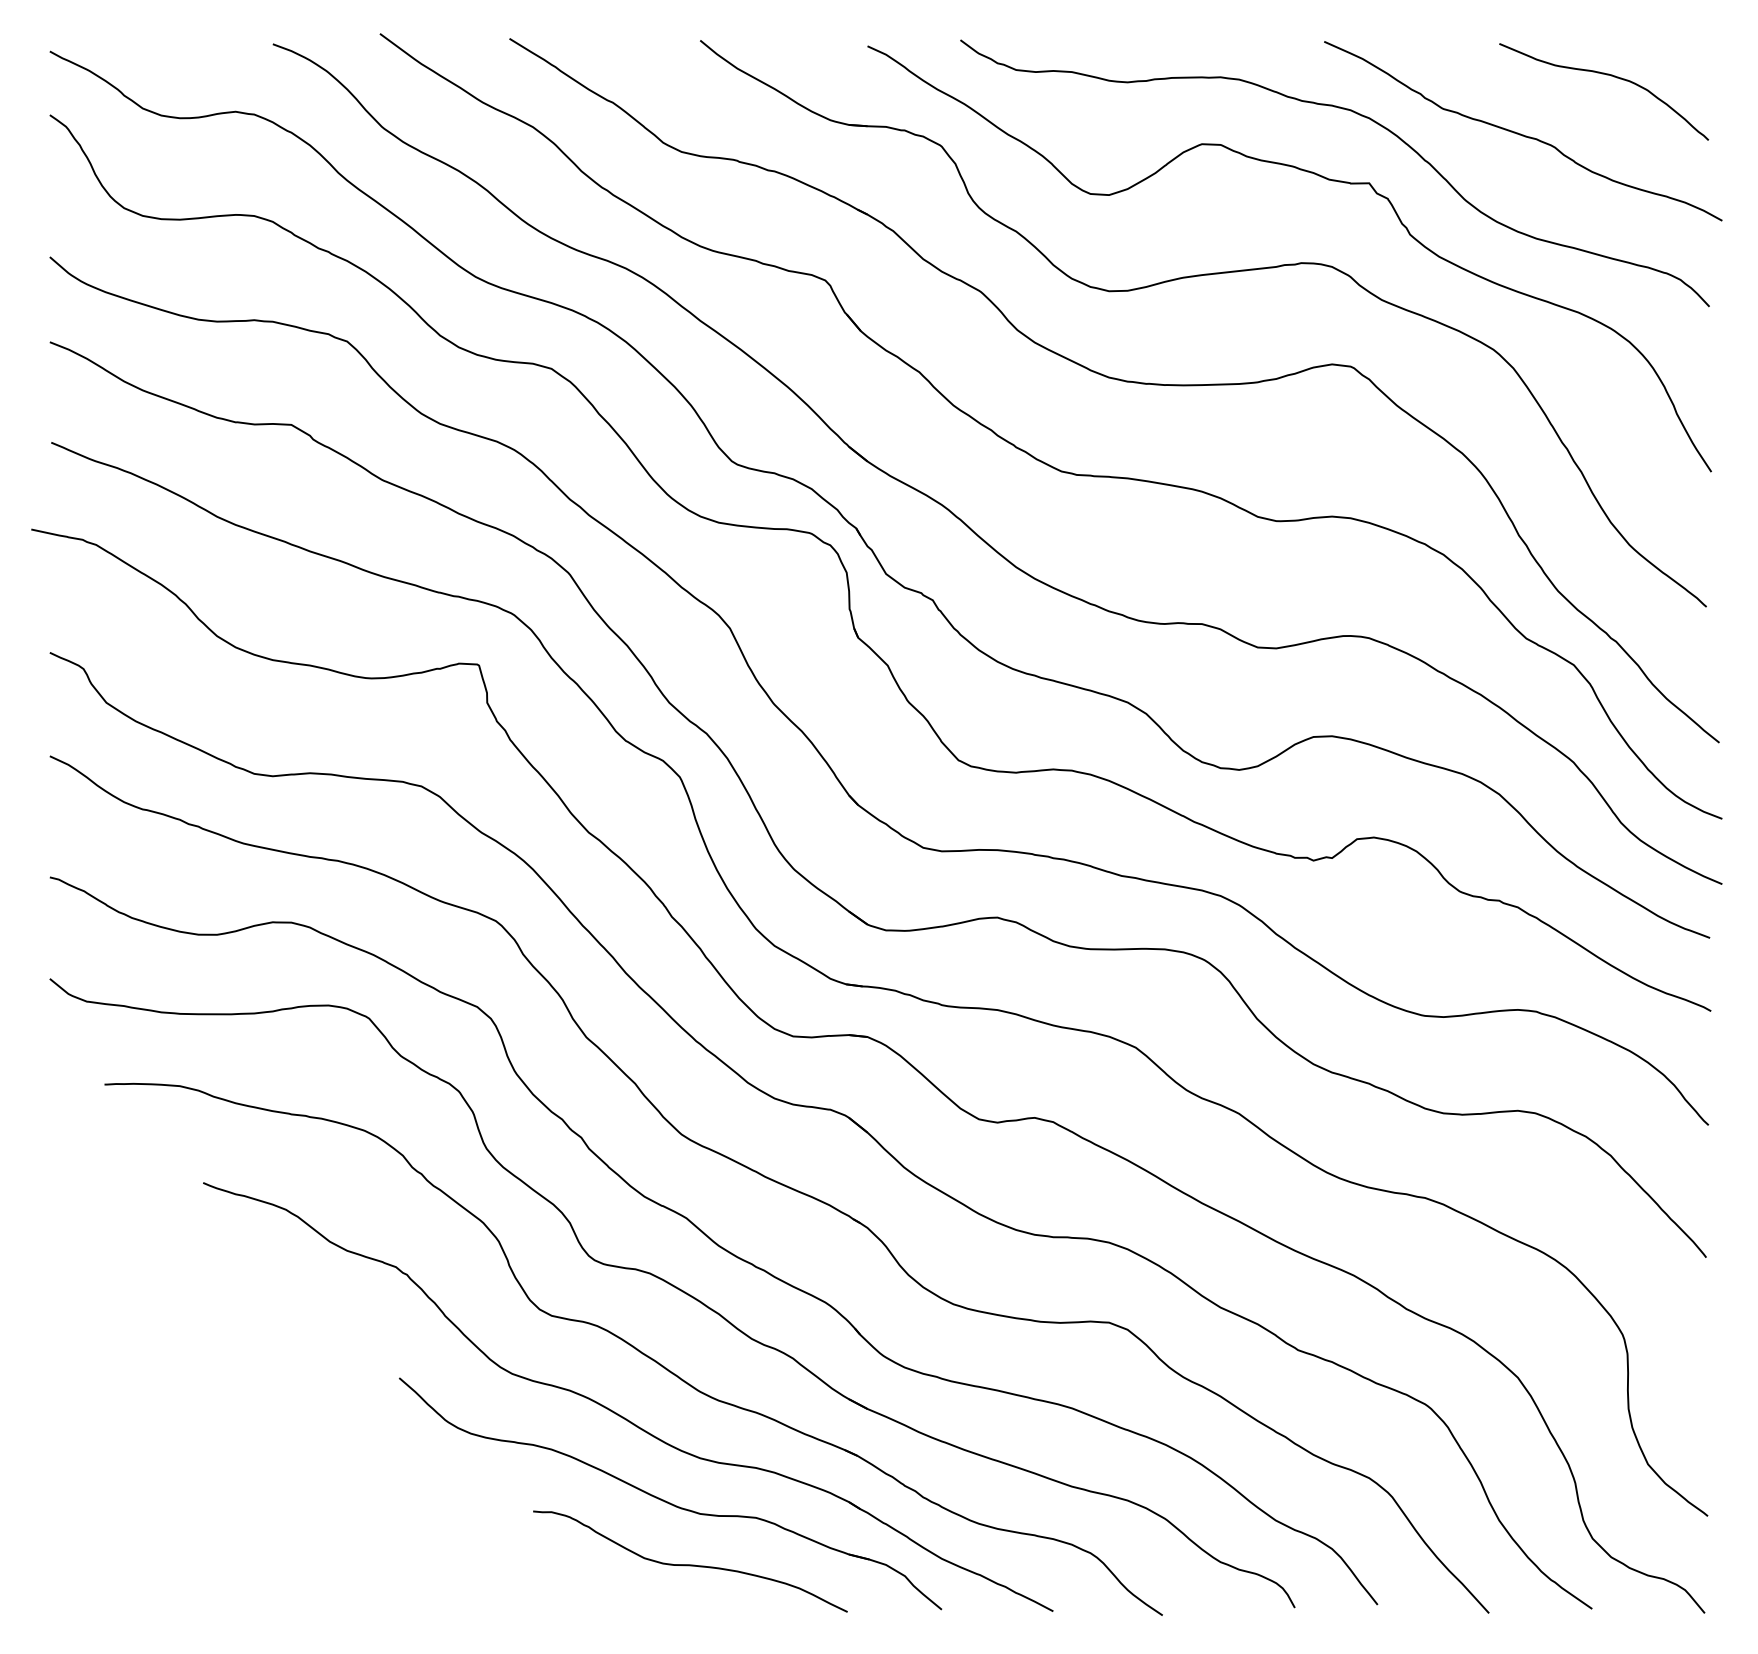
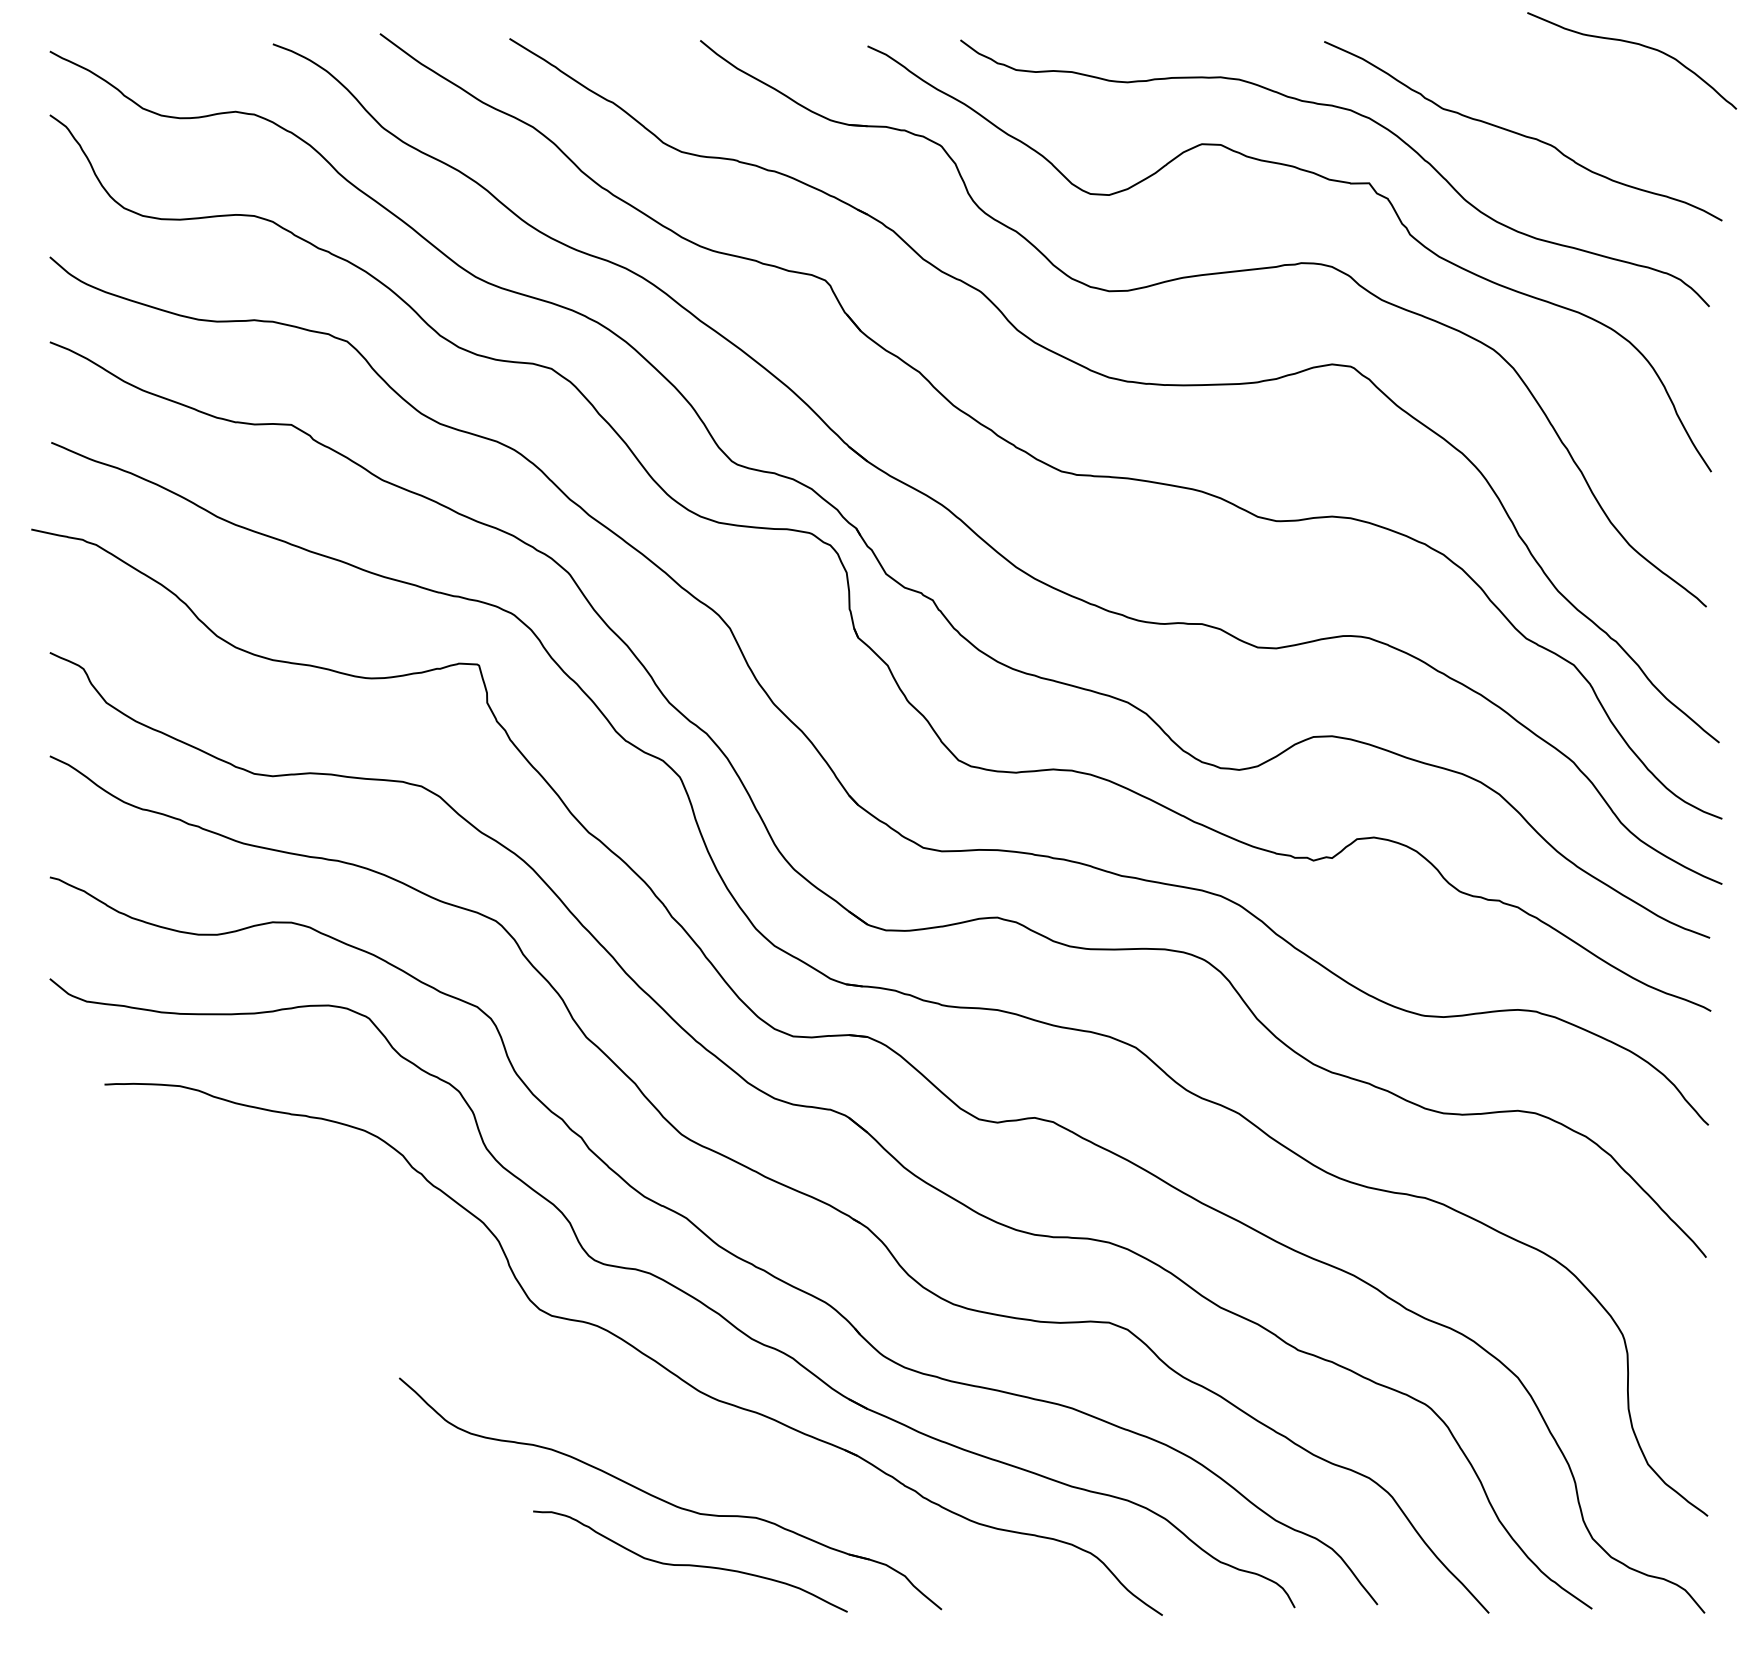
curve at (1606, 75) position: (1606, 75) -> (1634, 44)
part at (618, 1413): present -> none
